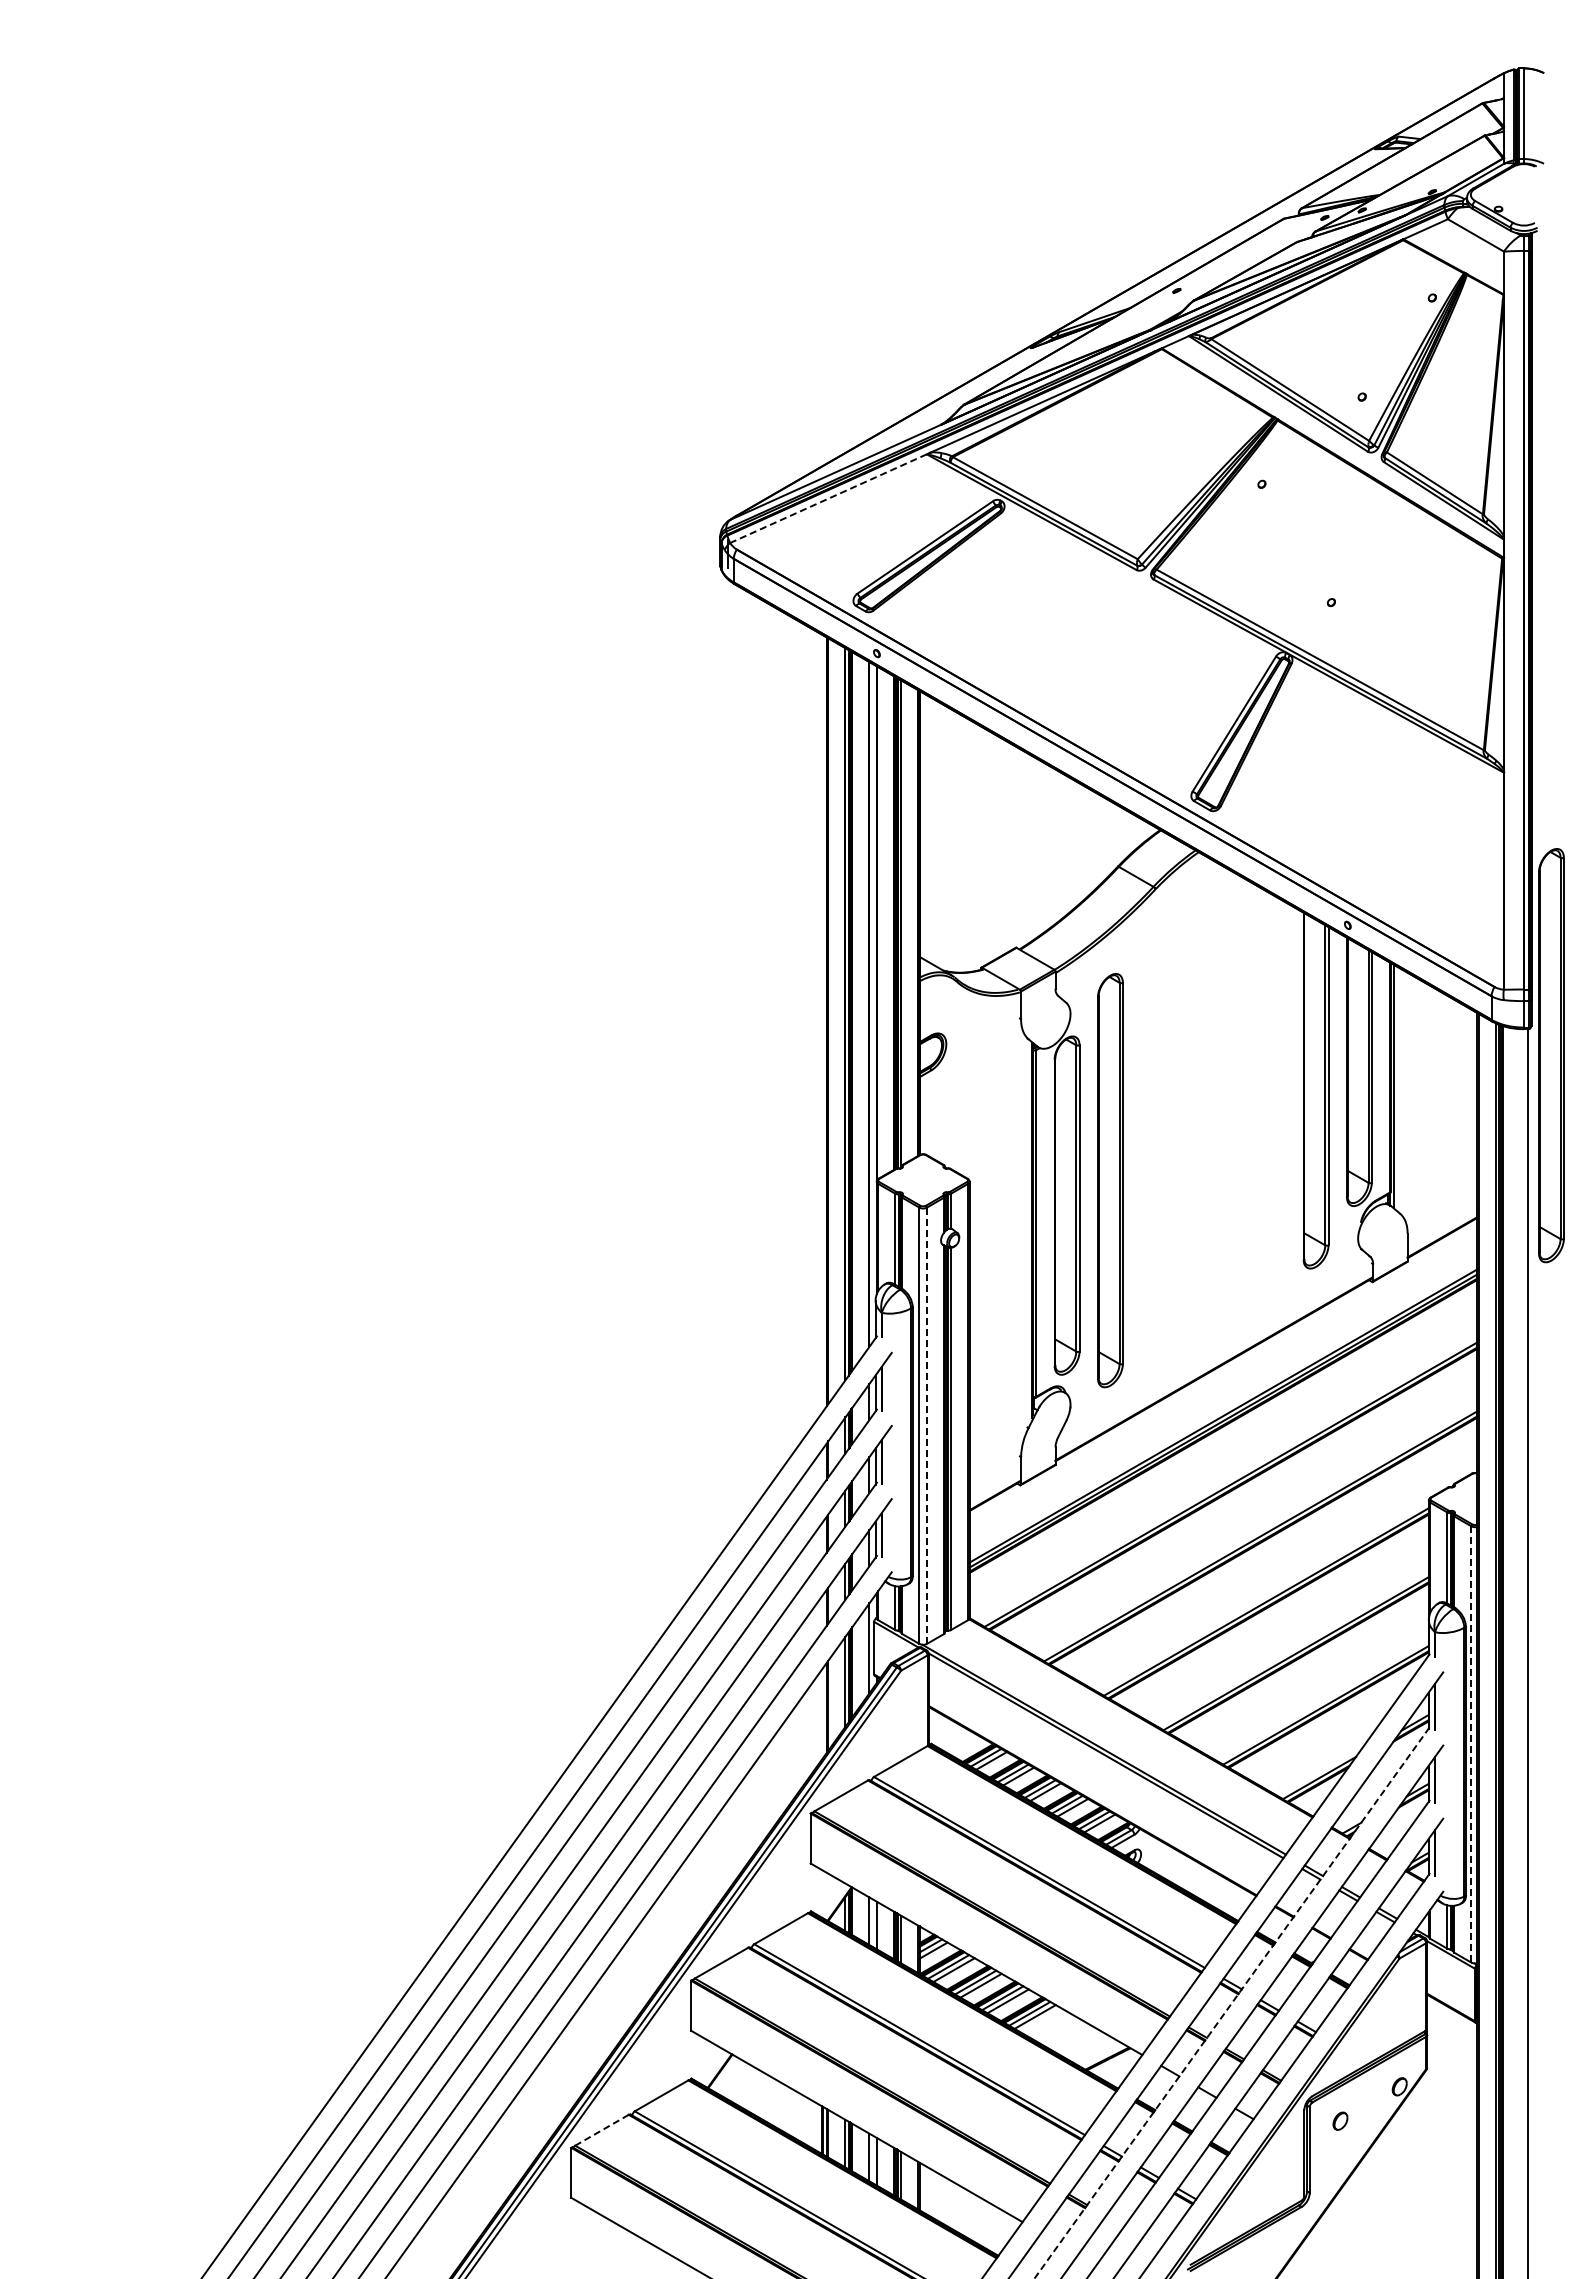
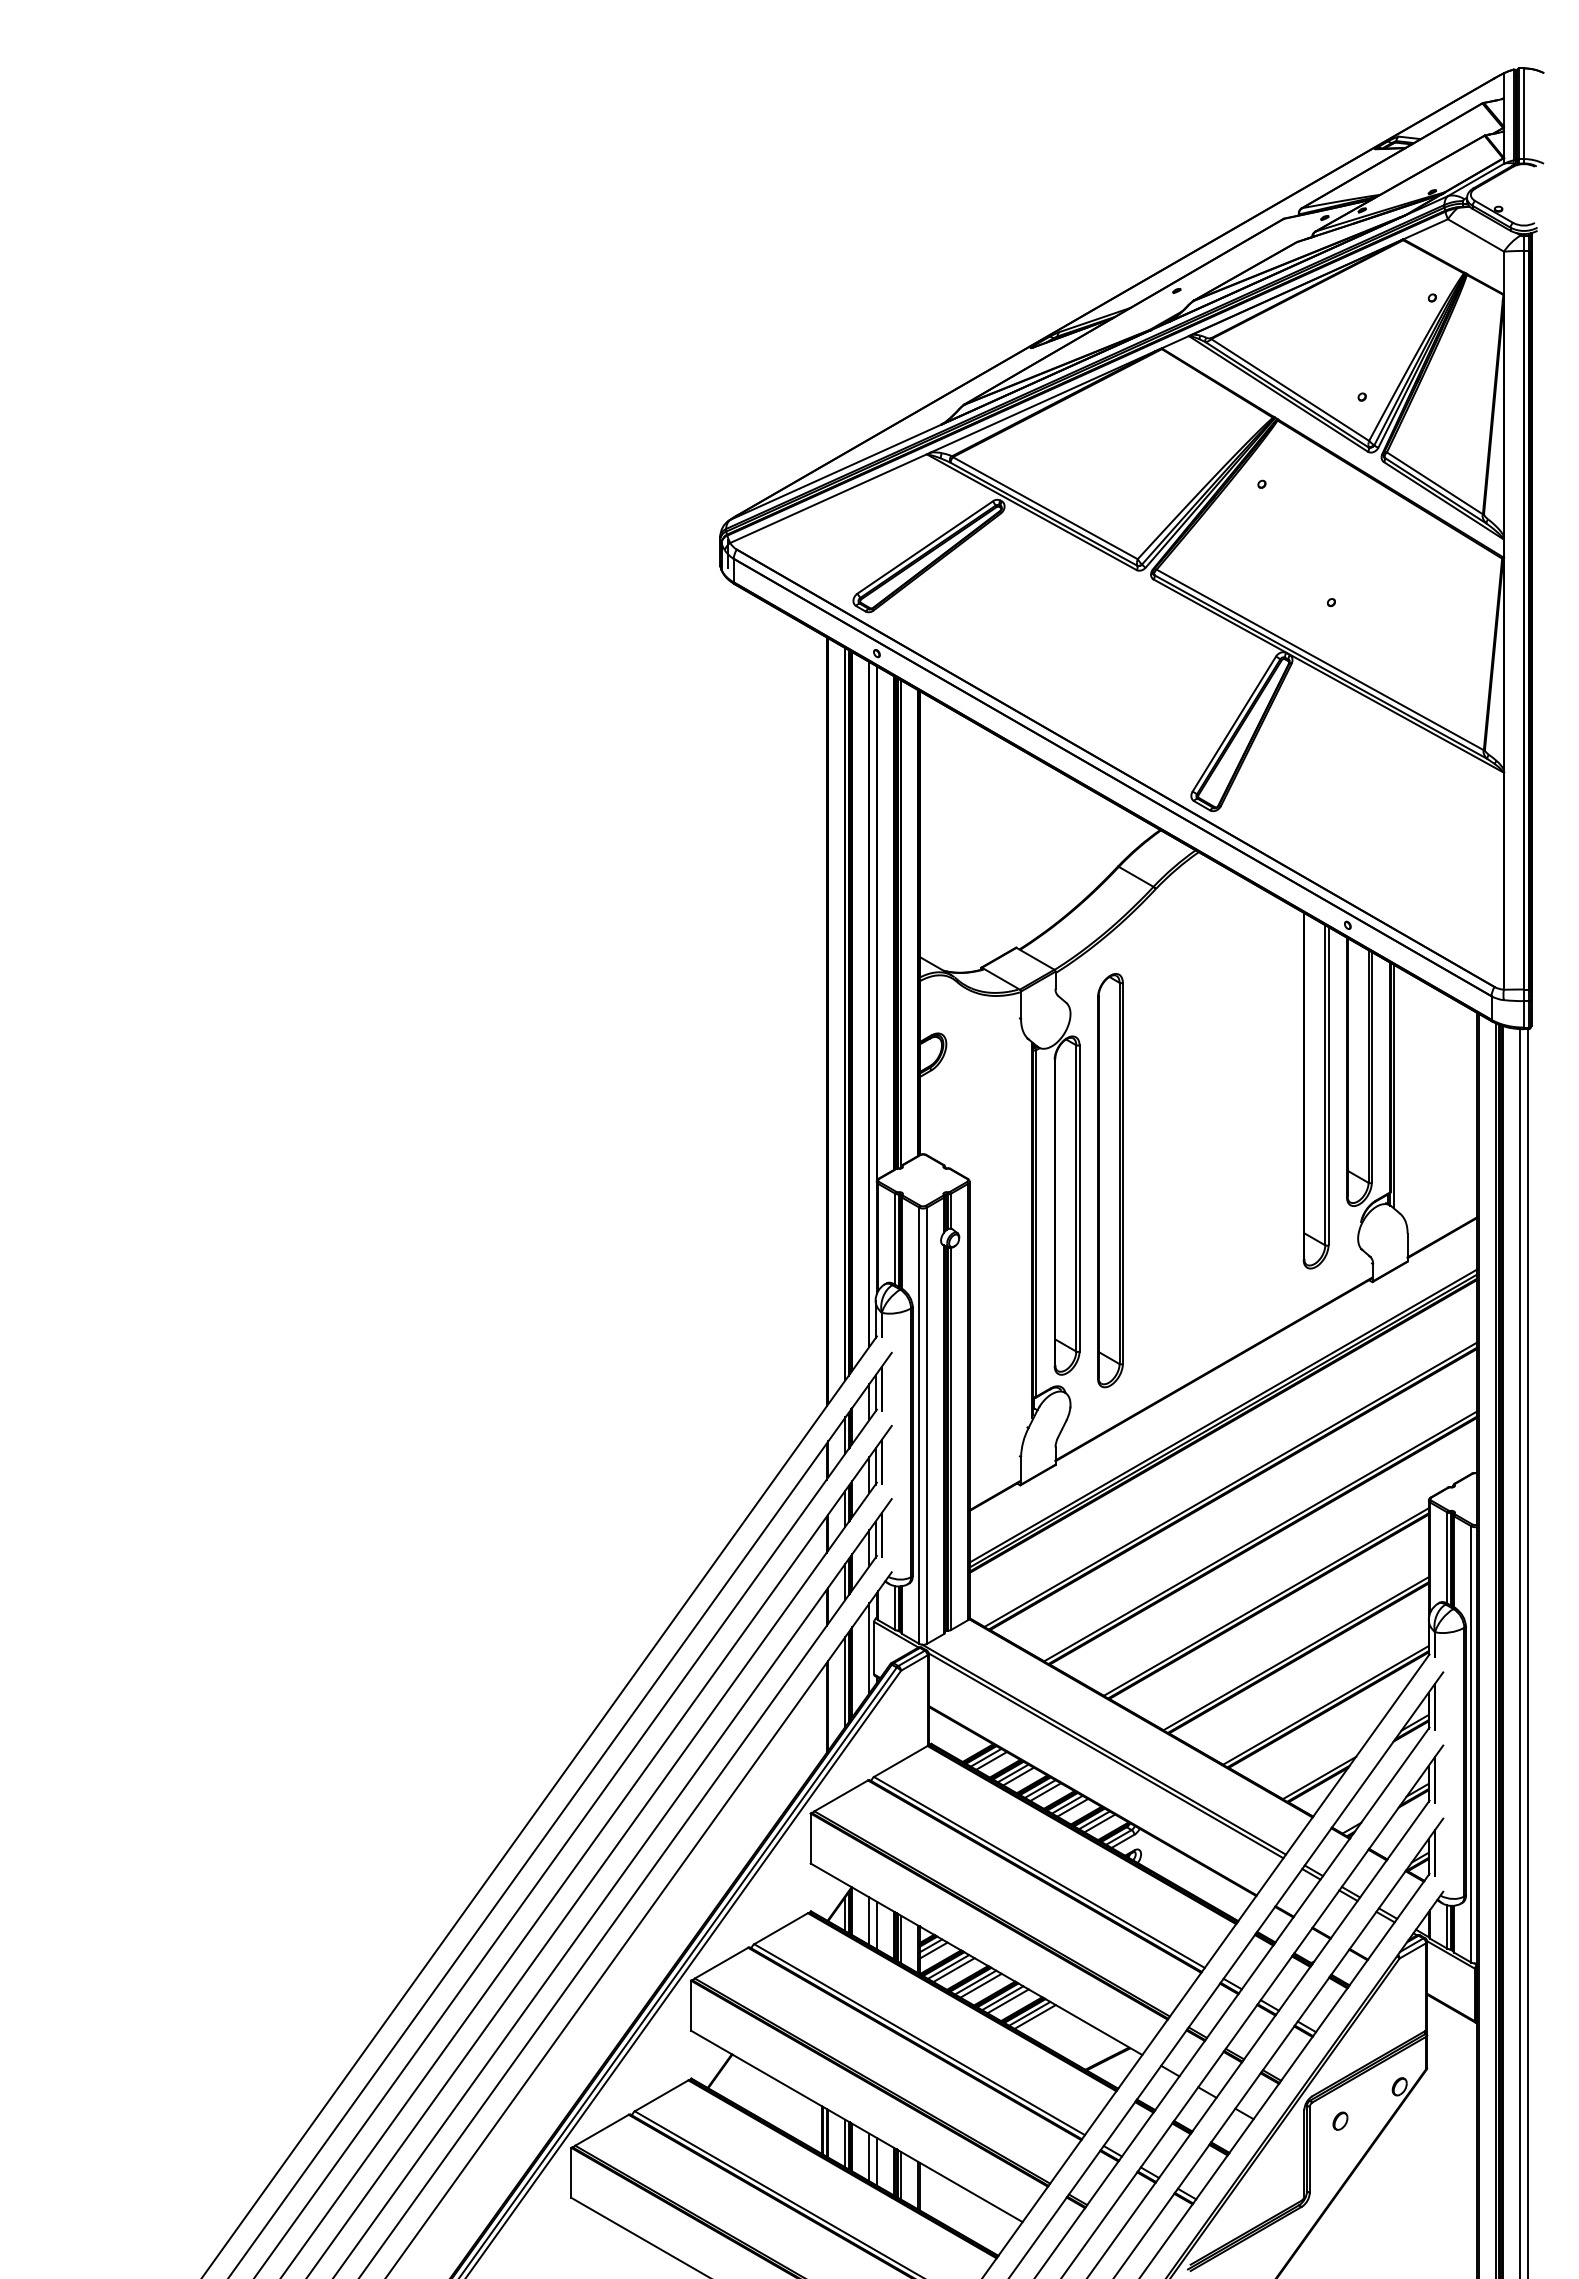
line at (828, 498): dashed -> solid
part at (1551, 1055): present -> none
line at (926, 1426): dashed -> solid
line at (1520, 1652): none -> present
line at (1471, 1745): dashed -> solid
line at (1232, 2002): dashed -> solid
line at (602, 2130): dashed -> solid
